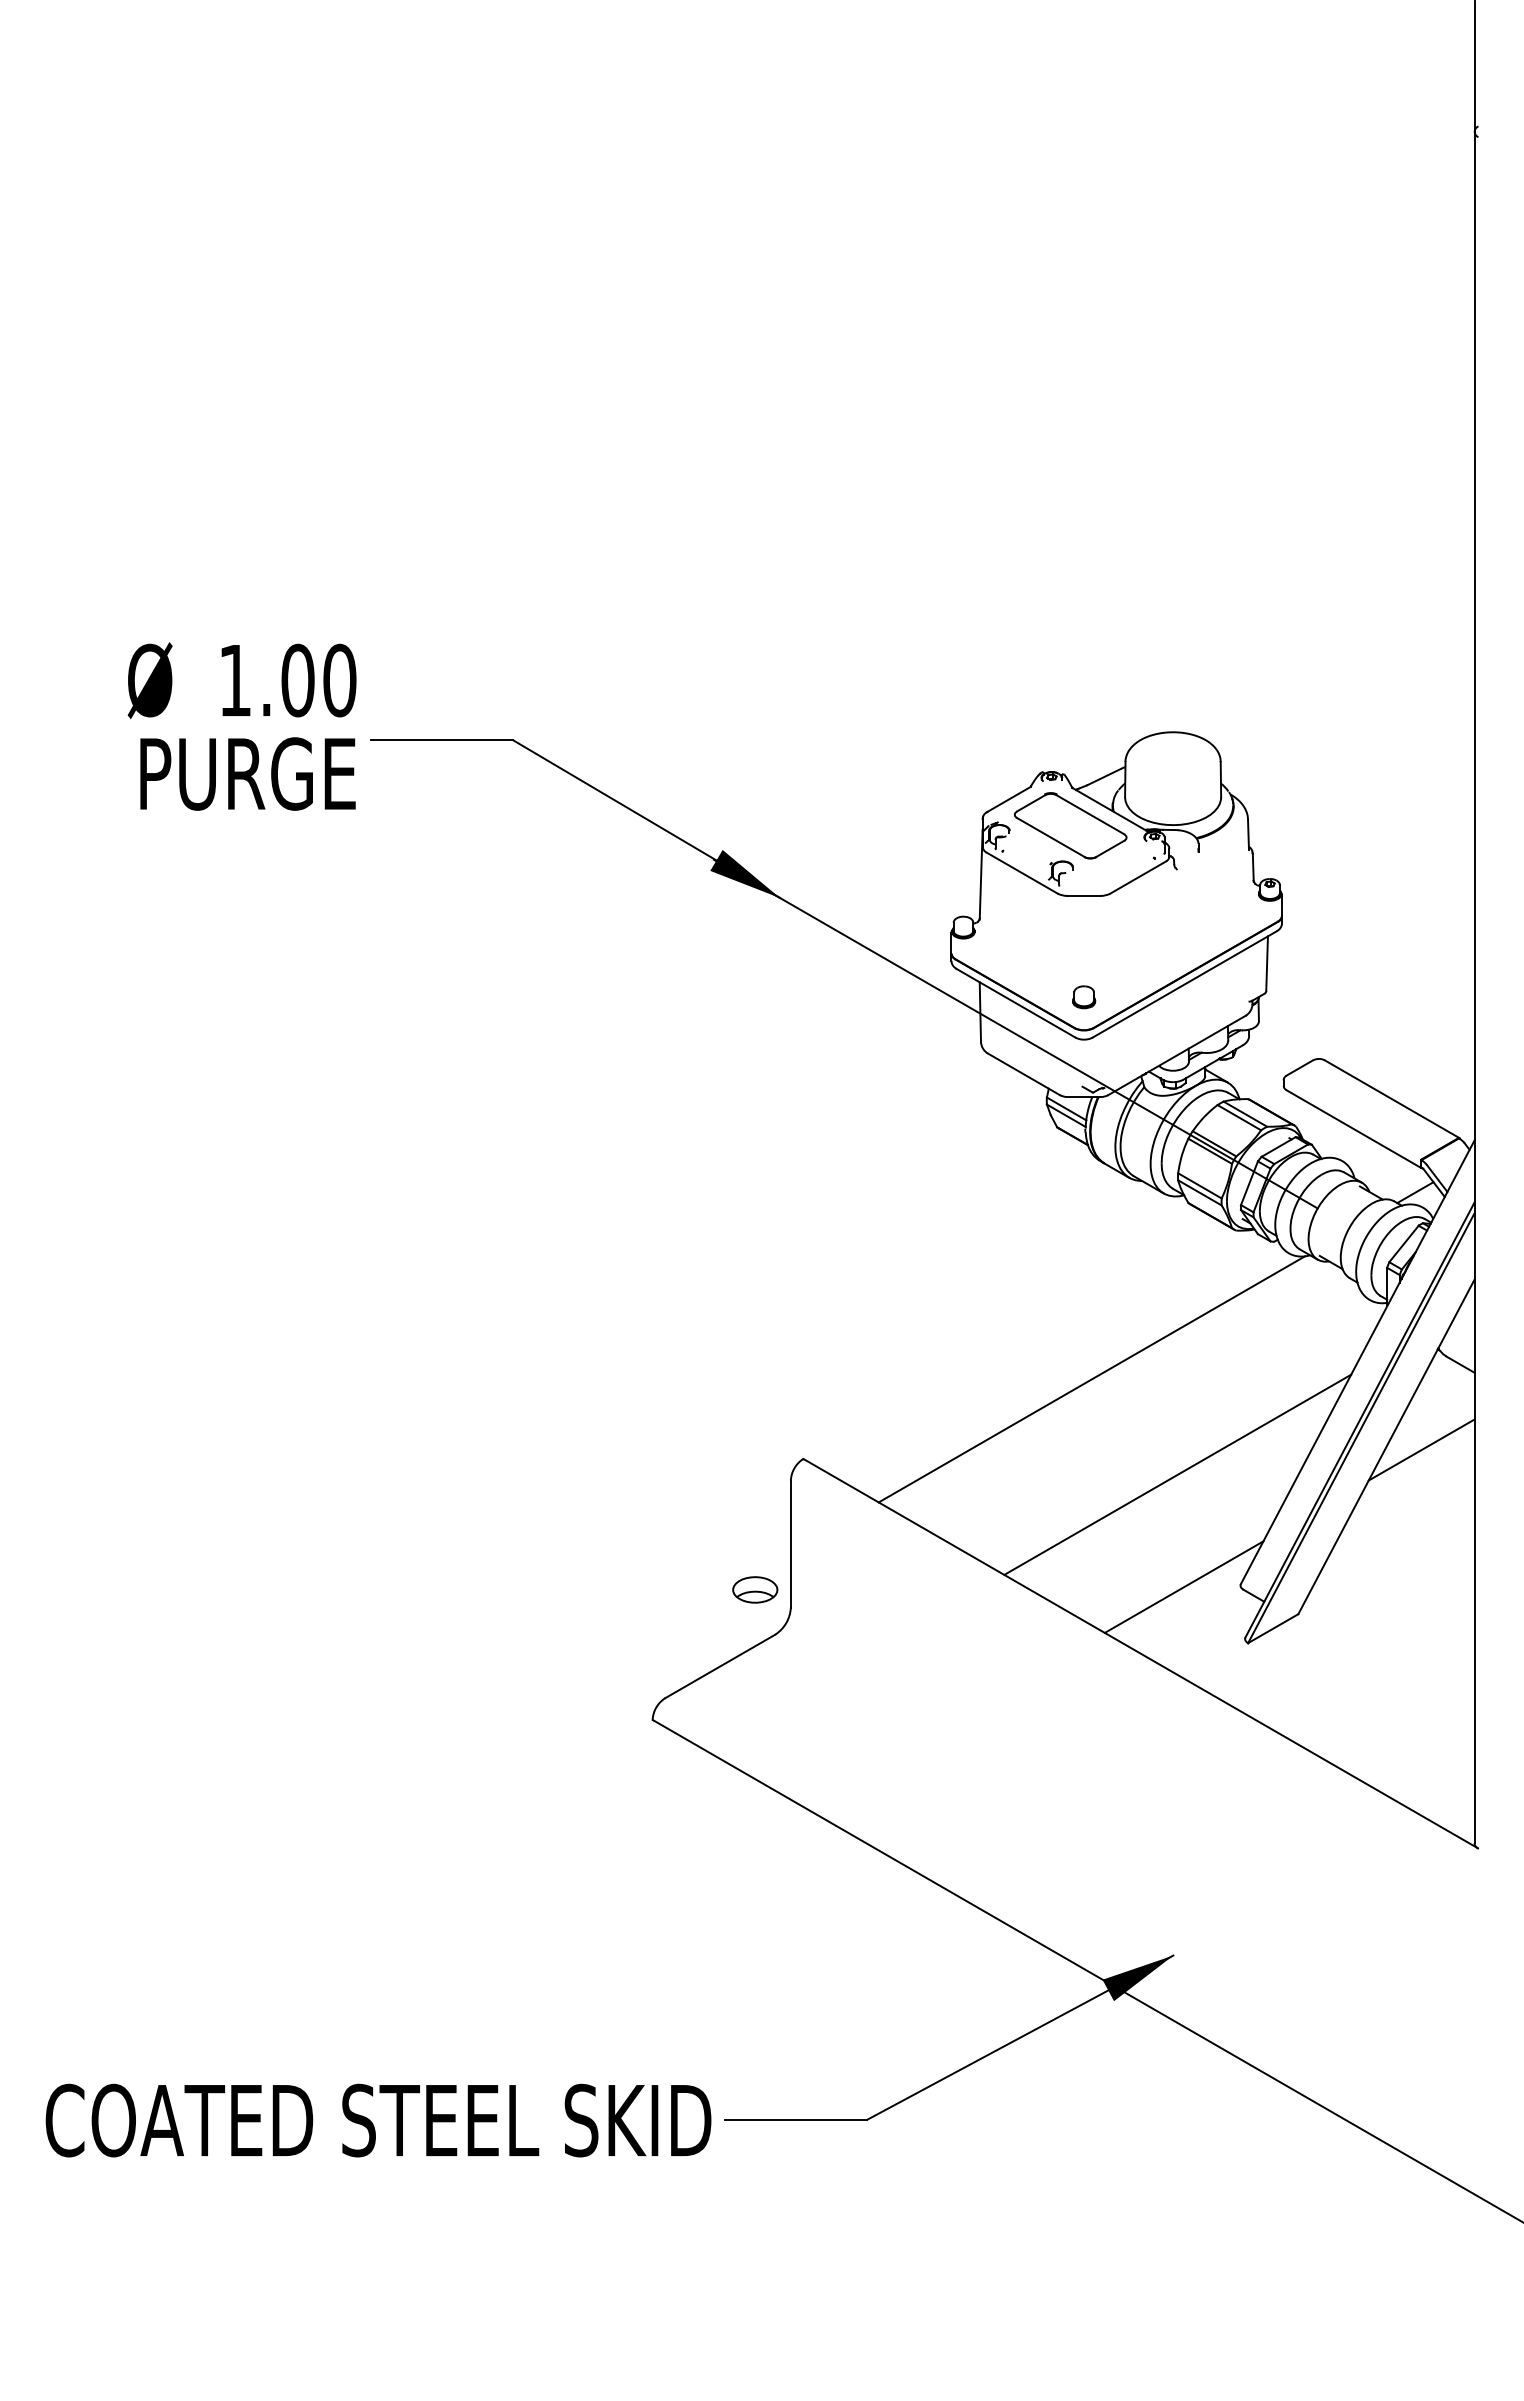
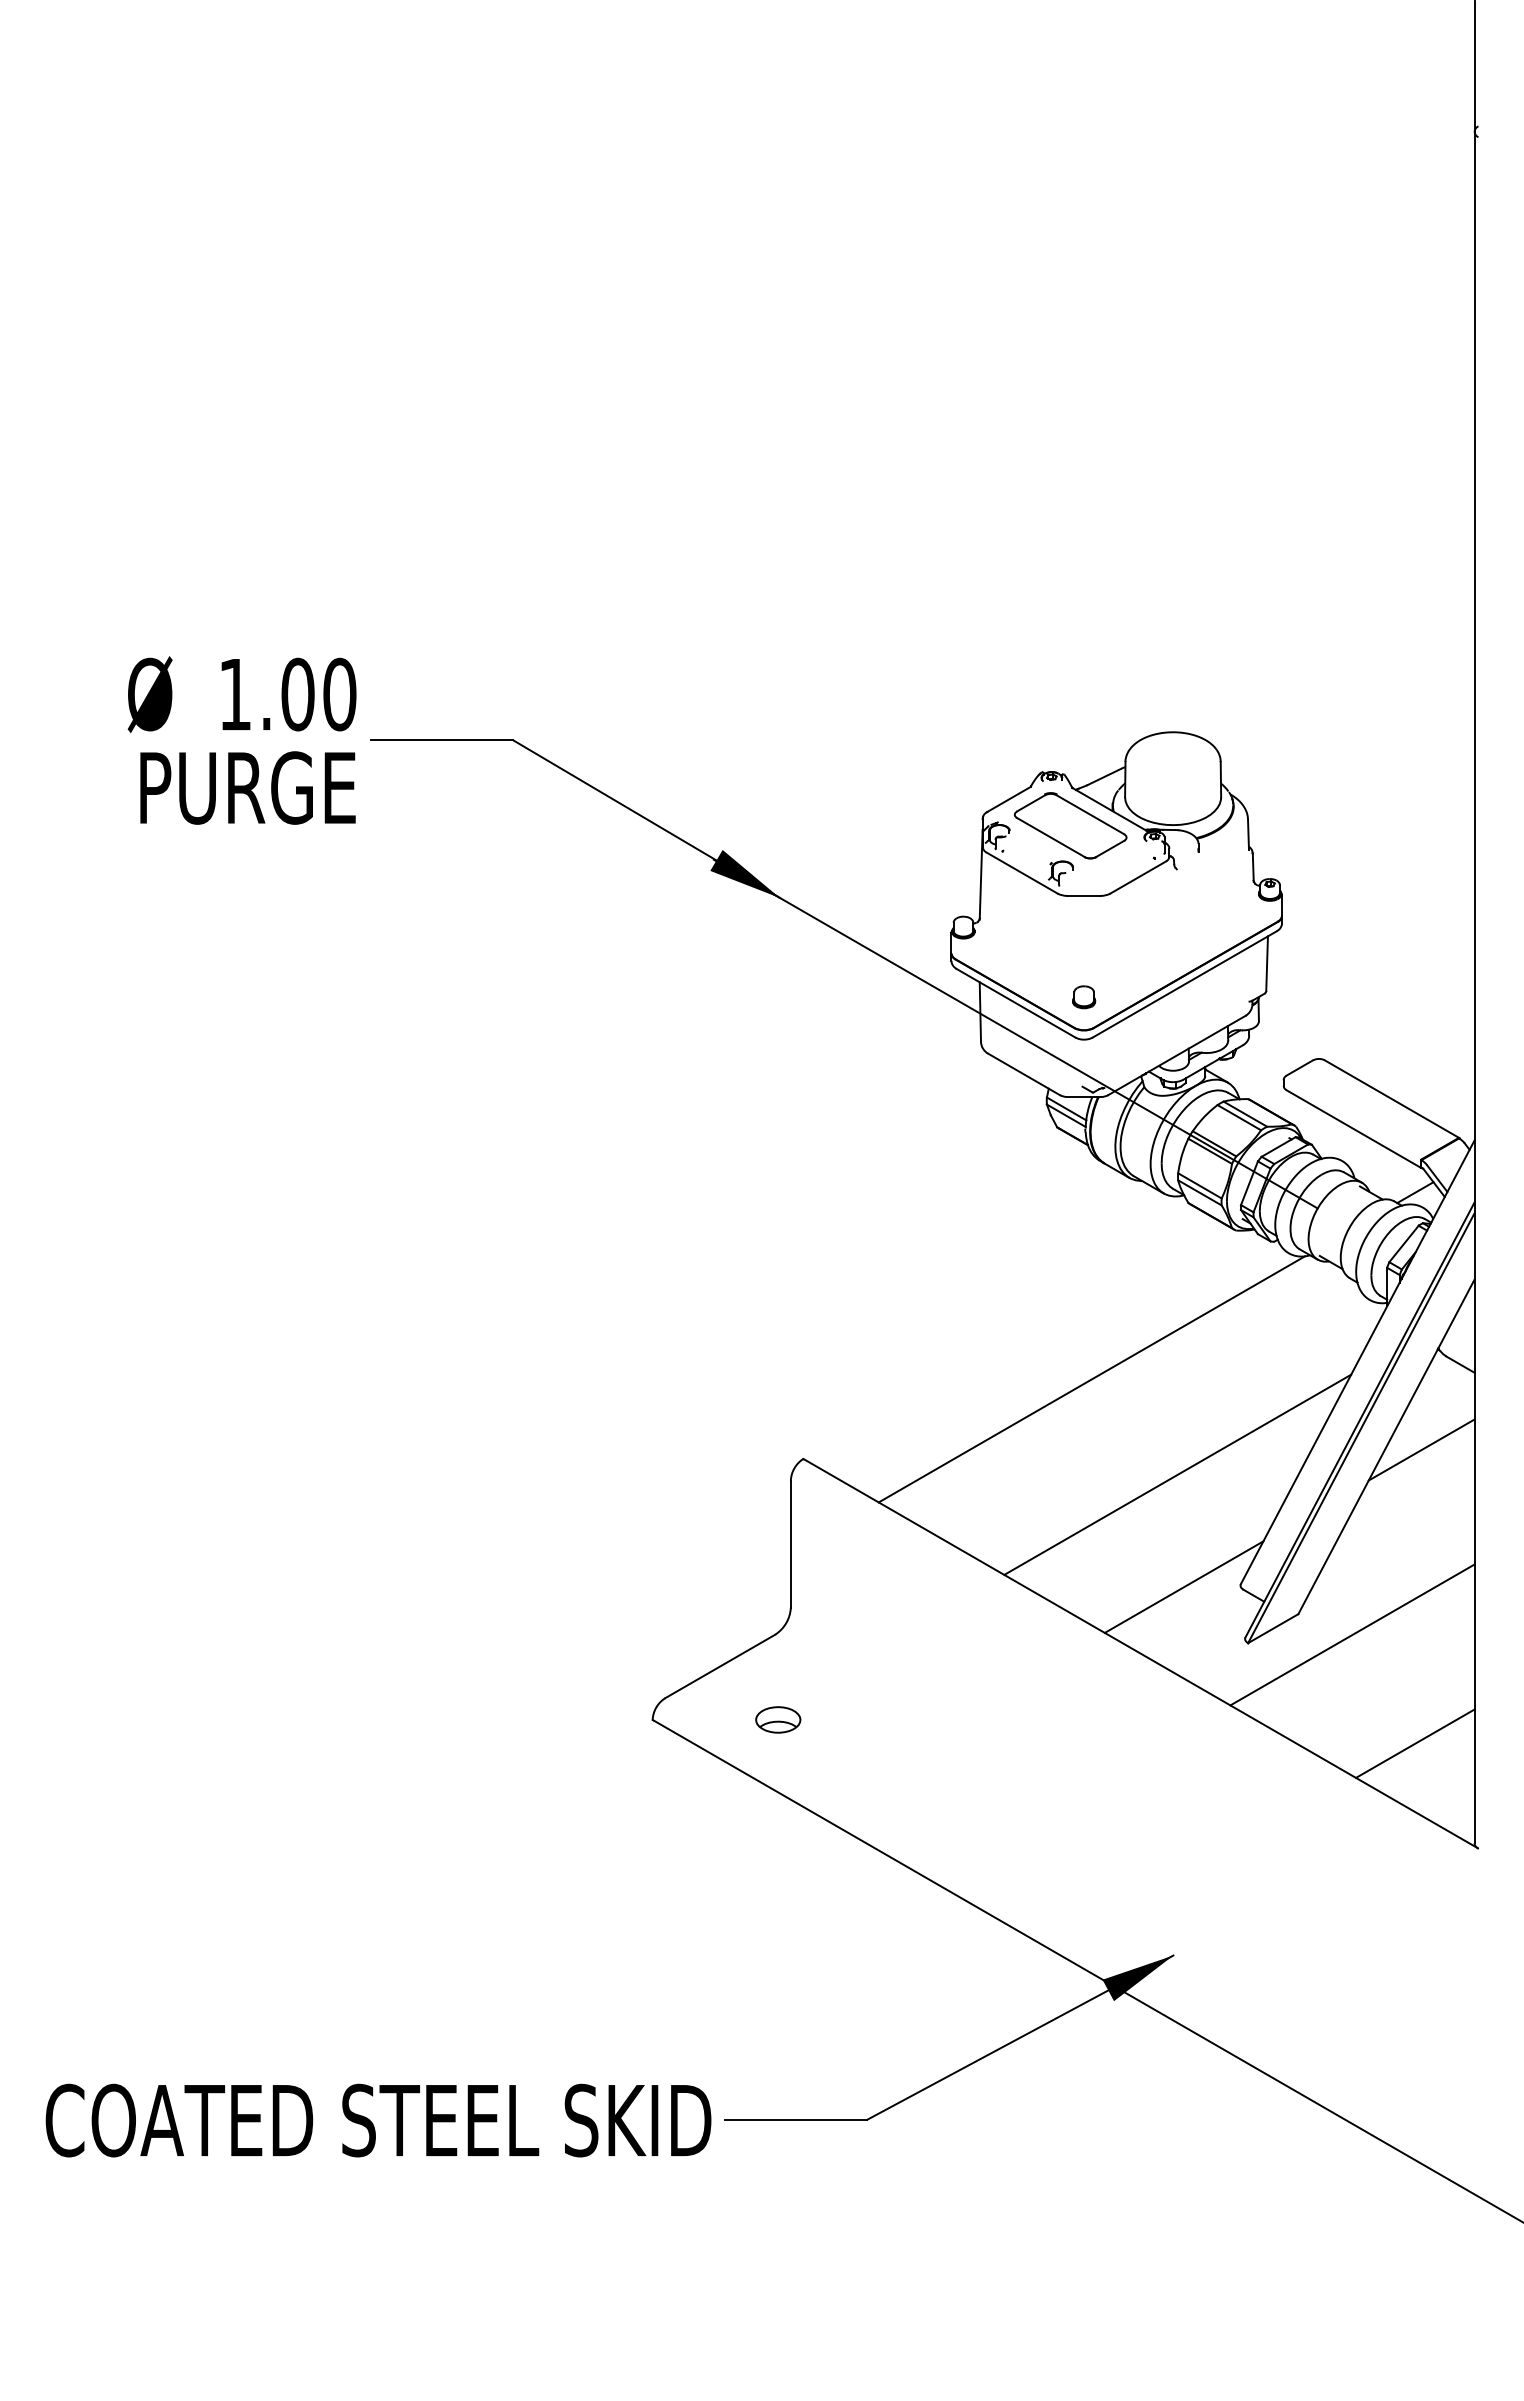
text at (241, 726) position: (241, 726) -> (241, 740)
part at (755, 1589) position: (755, 1589) -> (778, 1719)
line at (1352, 1634): none -> present
line at (1414, 1743): none -> present
